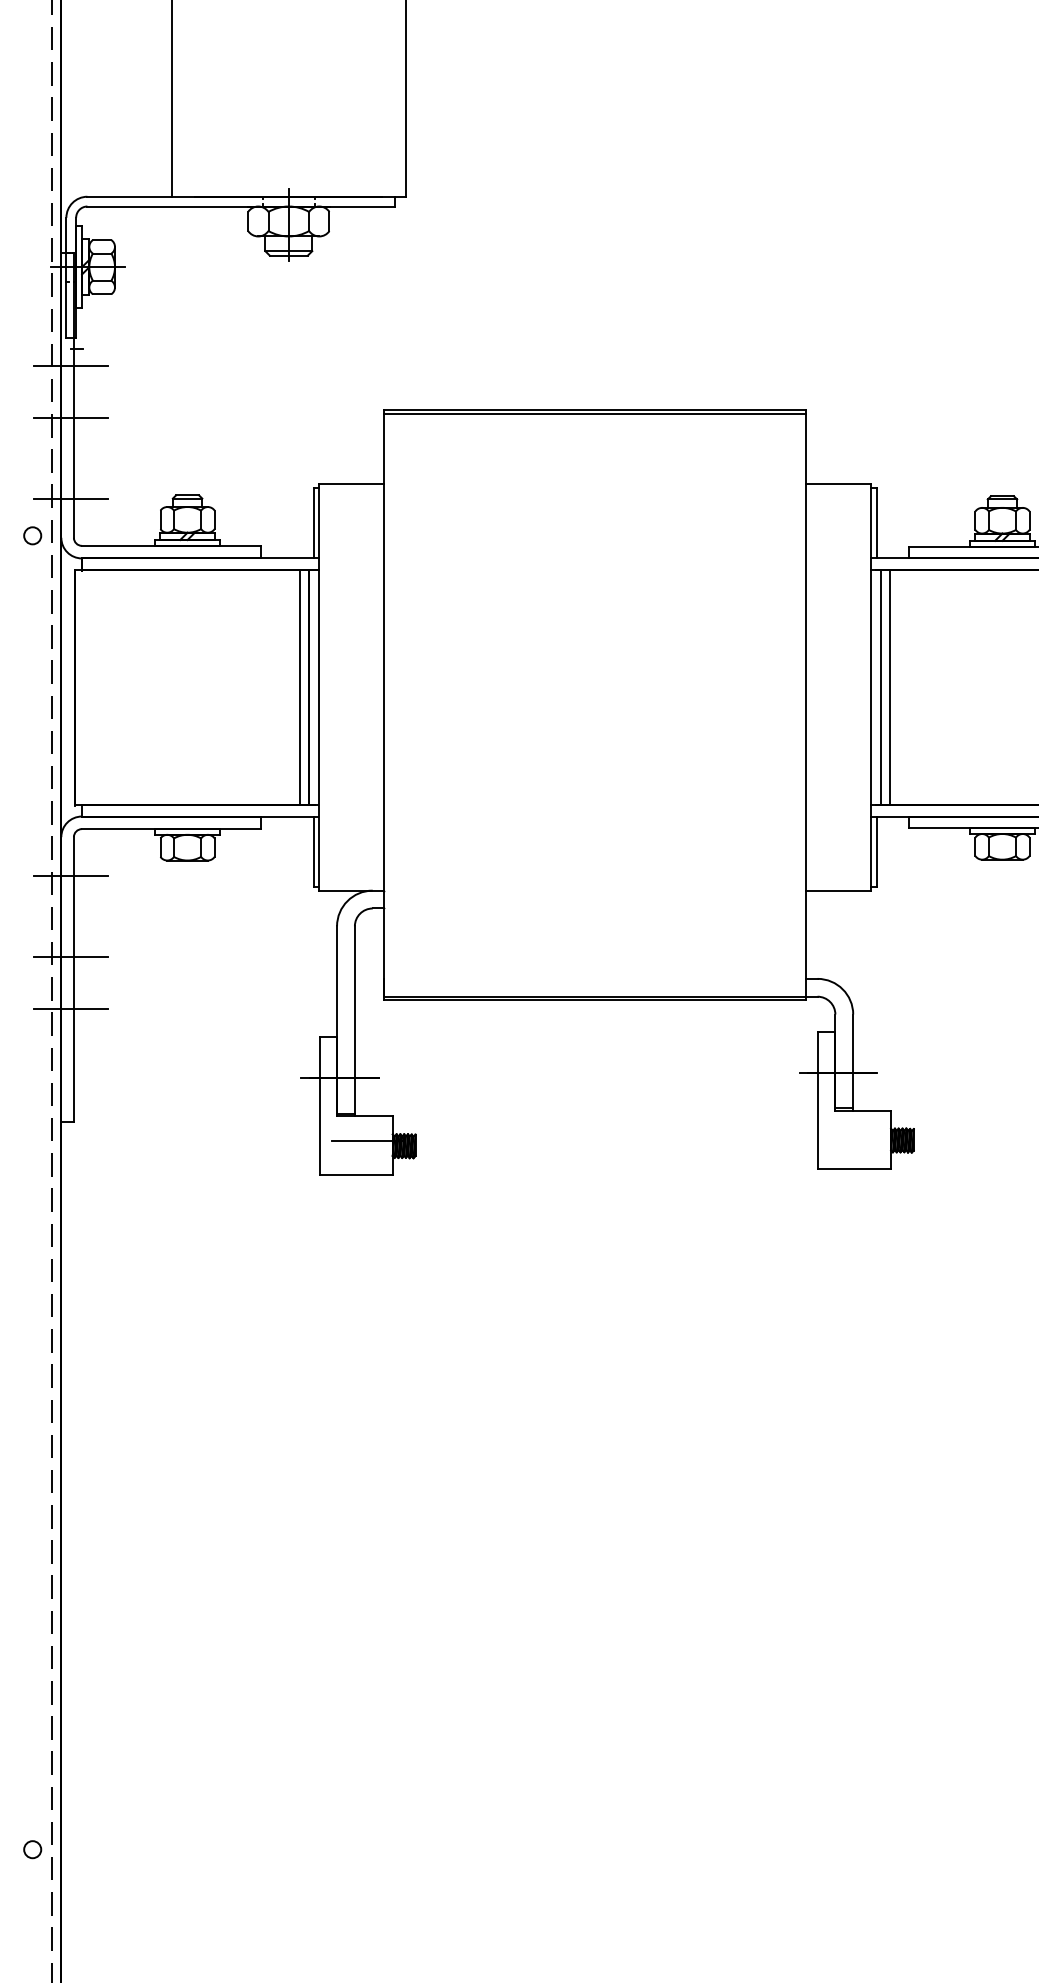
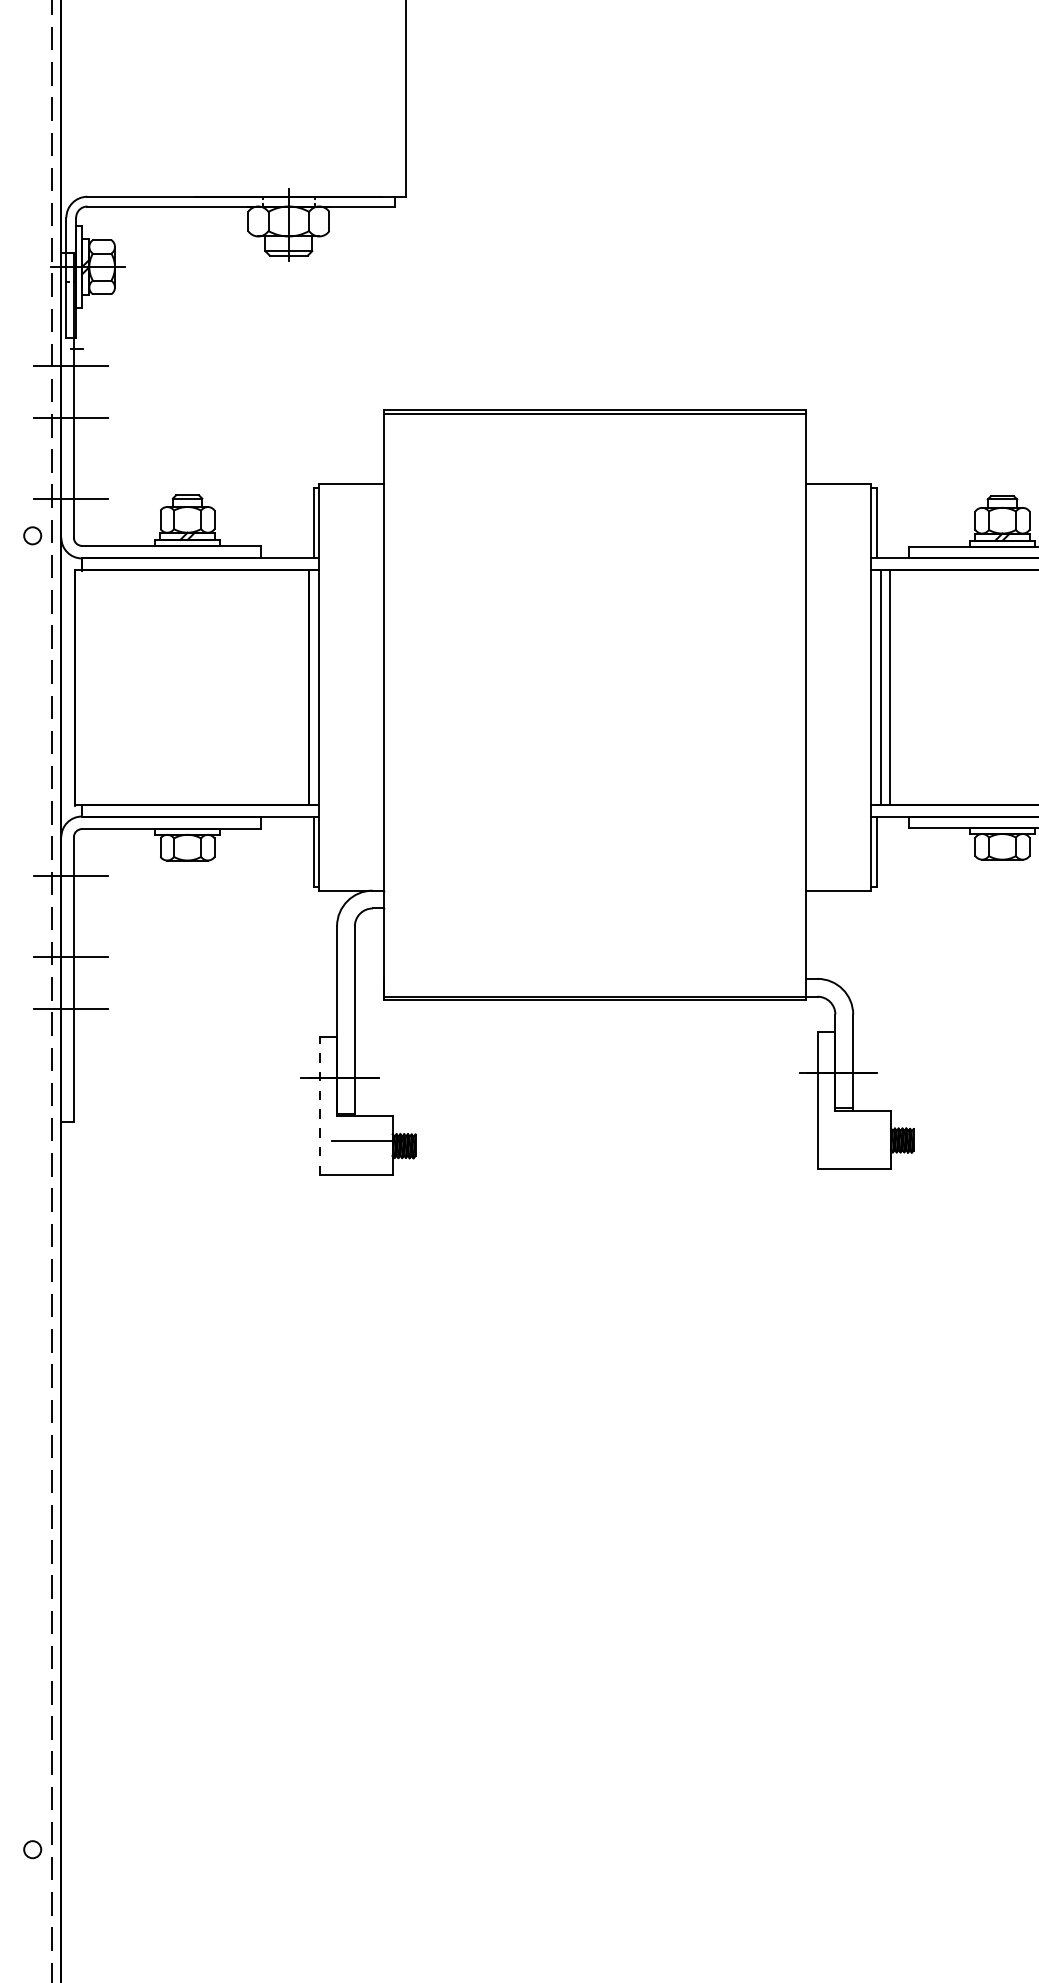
line at (171, 99): present -> none
line at (300, 687): present -> none
line at (319, 1106): solid -> dashed
